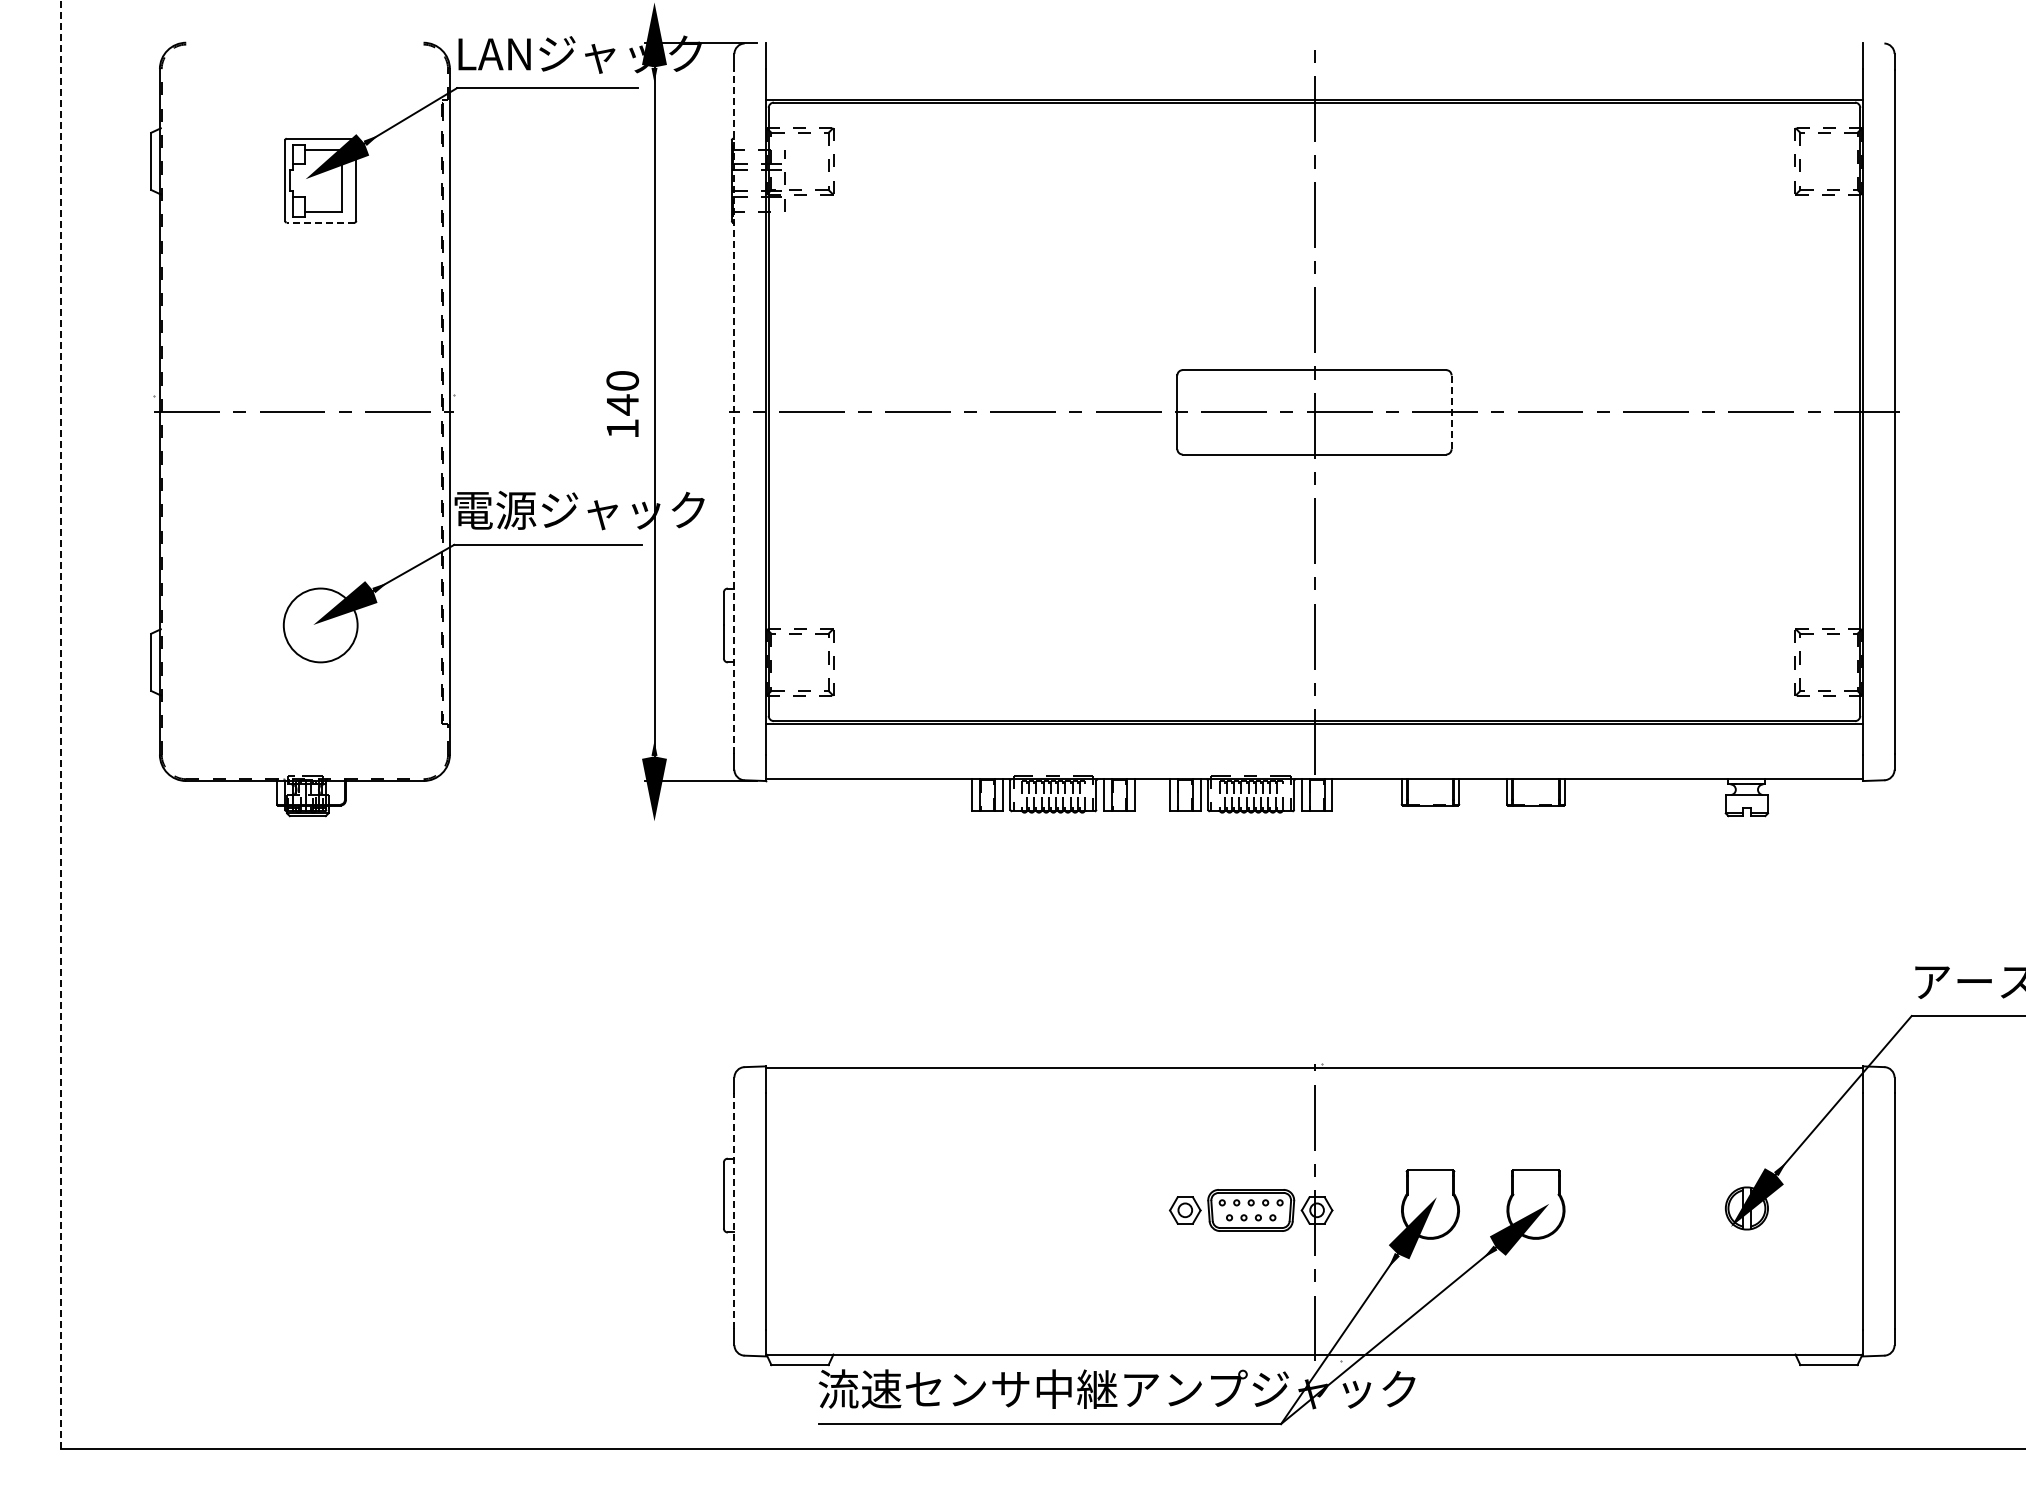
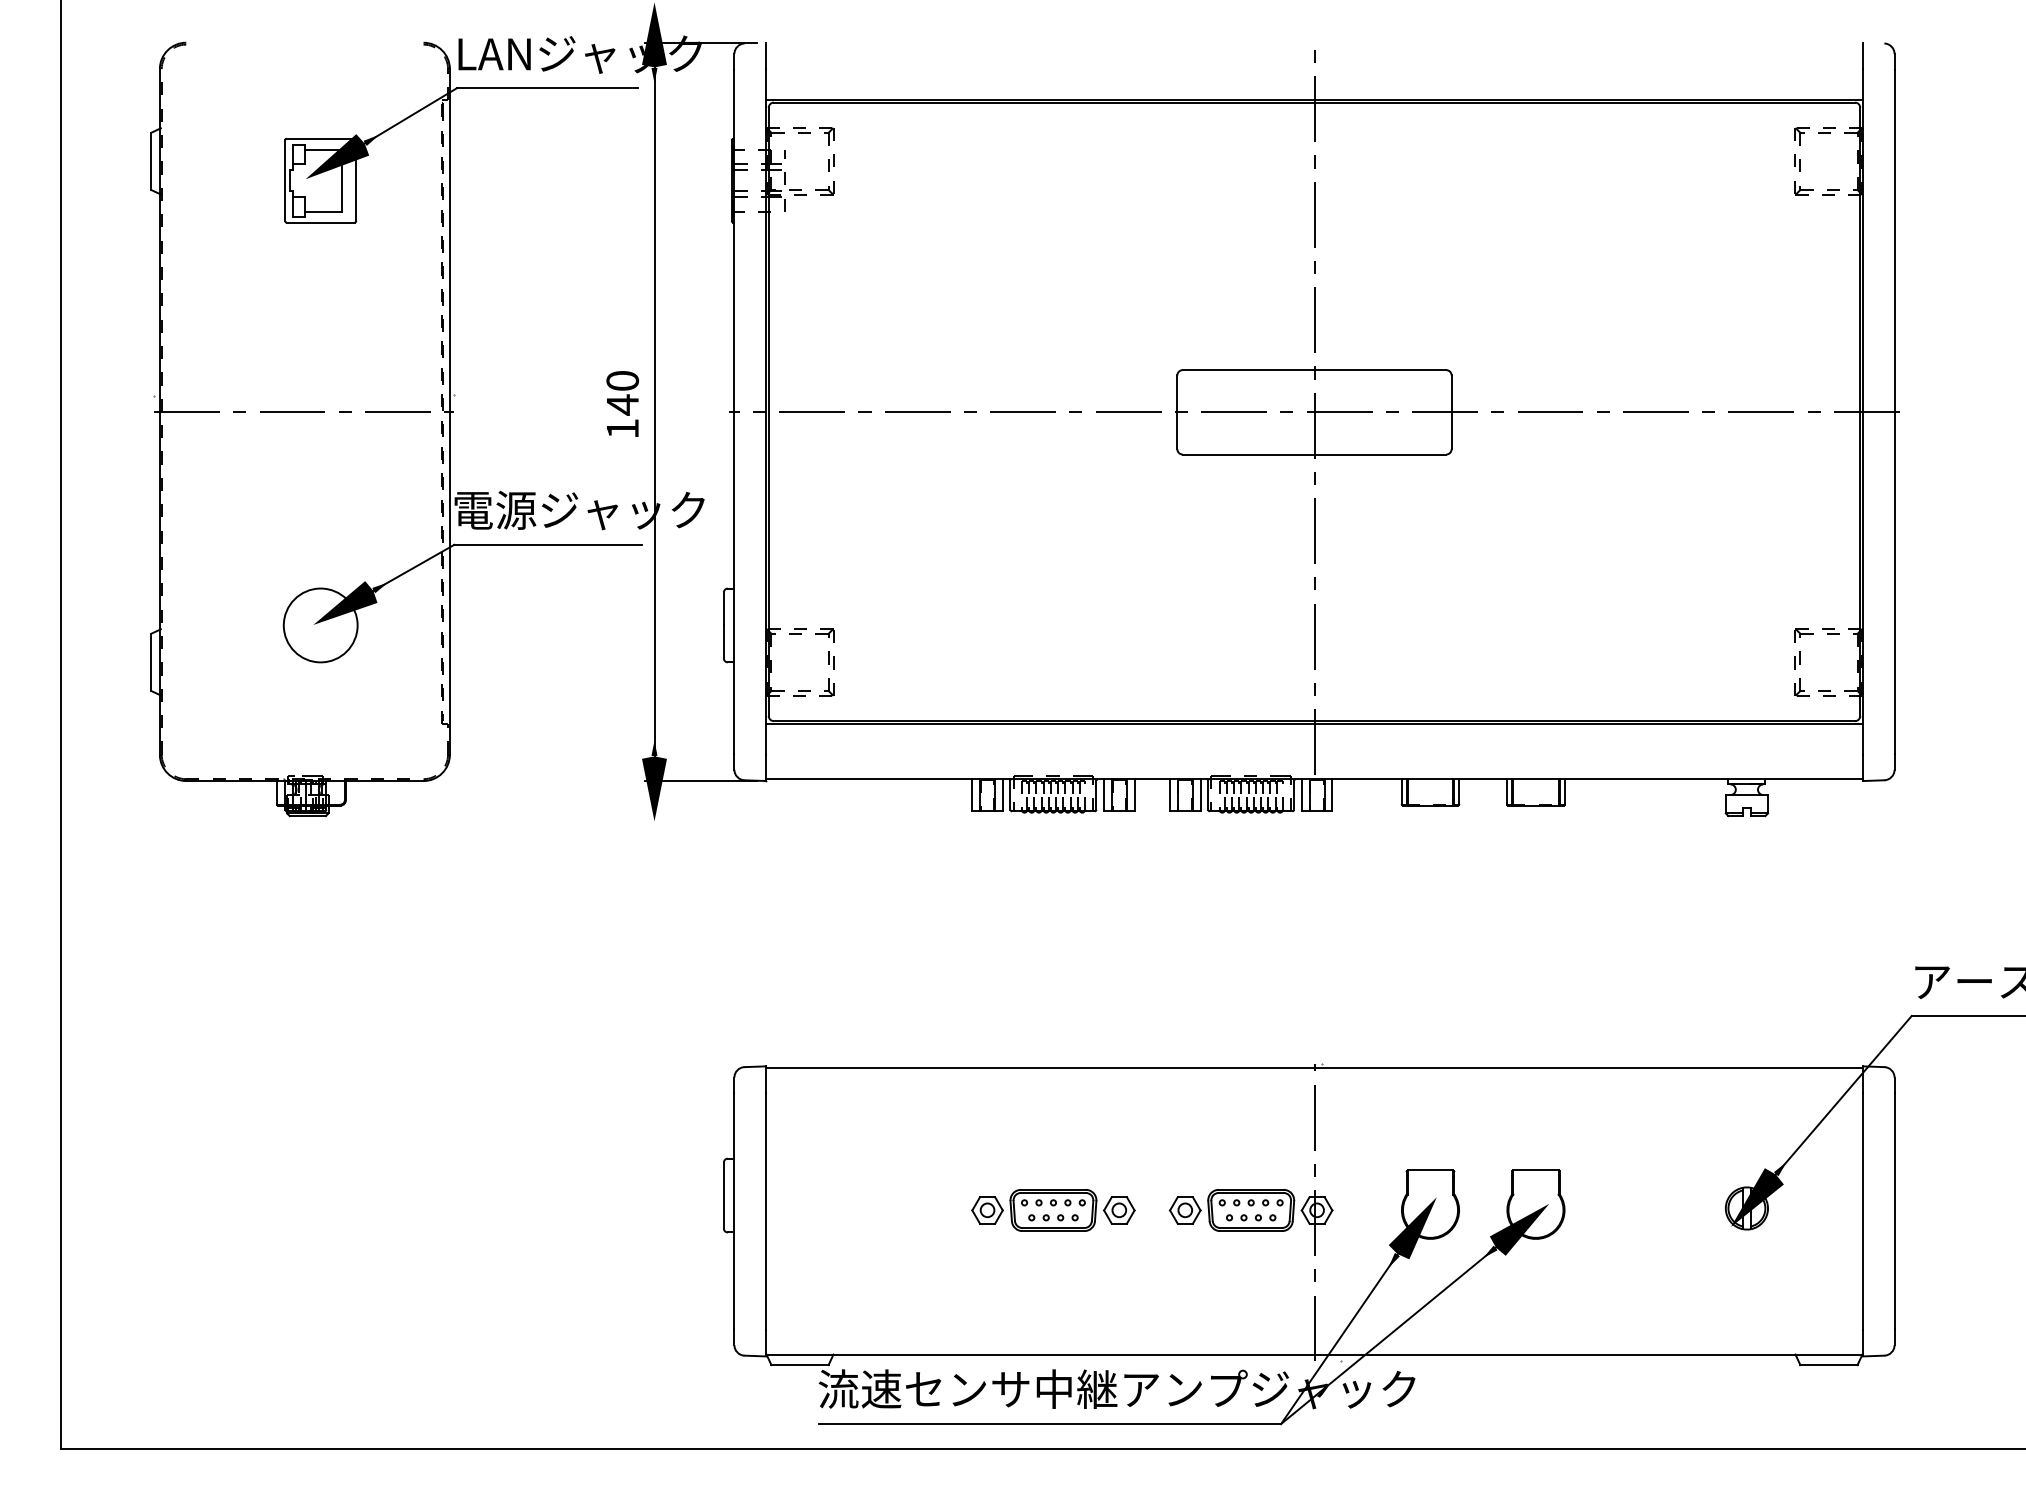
line at (320, 222): dashed -> solid
line at (734, 411): dashed -> solid
line at (1451, 412): dashed -> solid
line at (60, 724): dashed -> solid
part at (1053, 1210): none -> present
line at (734, 1211): dashed -> solid
